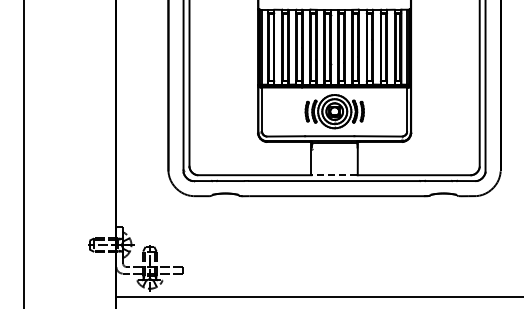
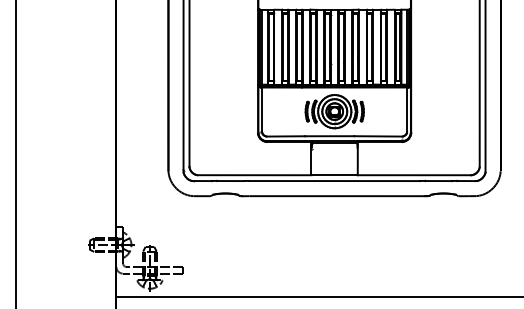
line at (23, 153) position: (23, 153) -> (15, 153)
line at (334, 175): dashed -> solid
